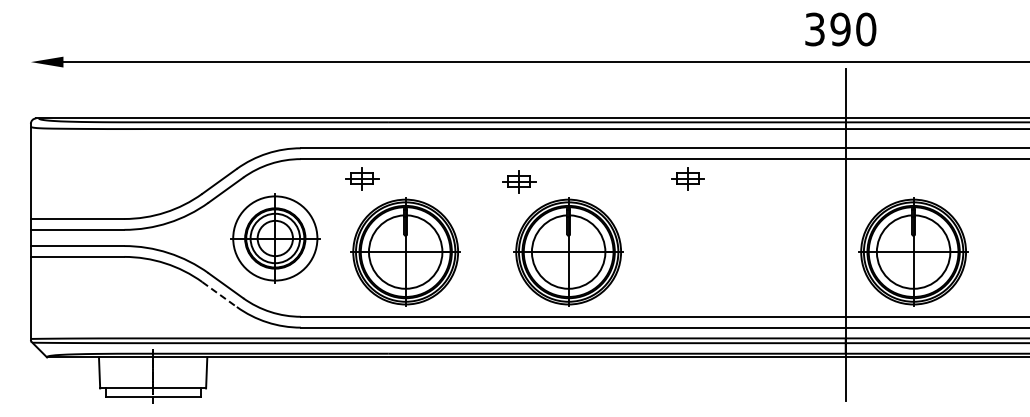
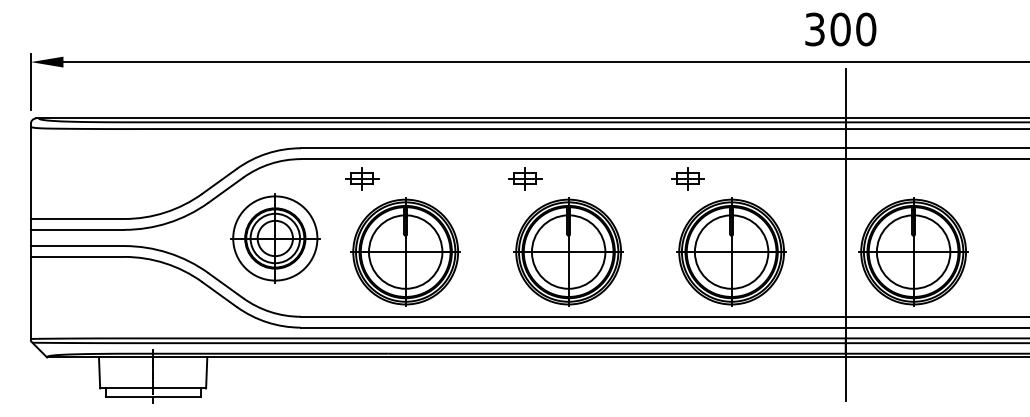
text at (840, 29): 390 -> 300
line at (30, 81): none -> present
part at (519, 181) position: (519, 181) -> (525, 178)
part at (731, 251): none -> present
line at (219, 294): dashed -> solid
